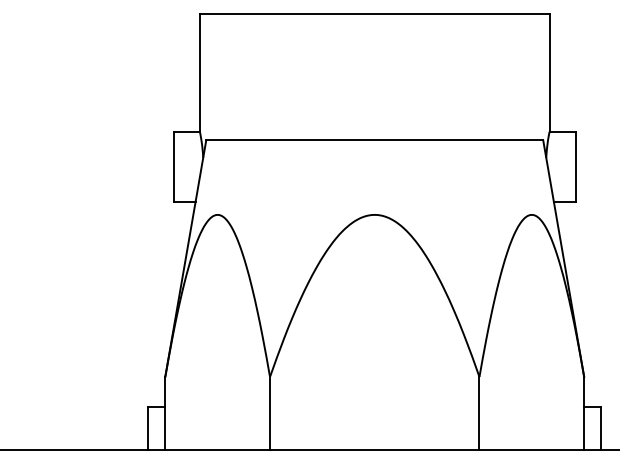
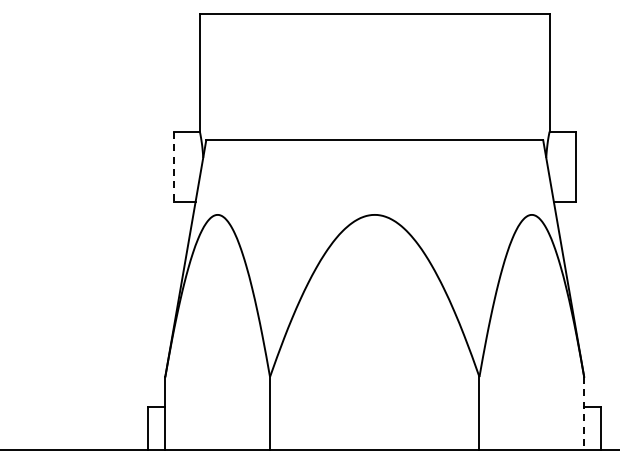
line at (173, 167): solid -> dashed
line at (584, 413): solid -> dashed
